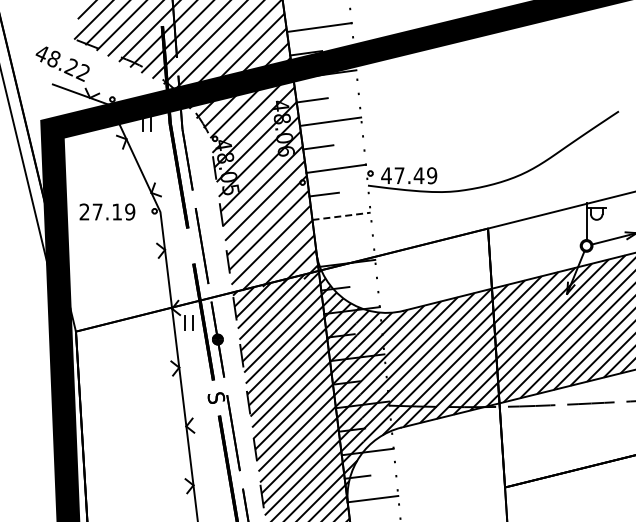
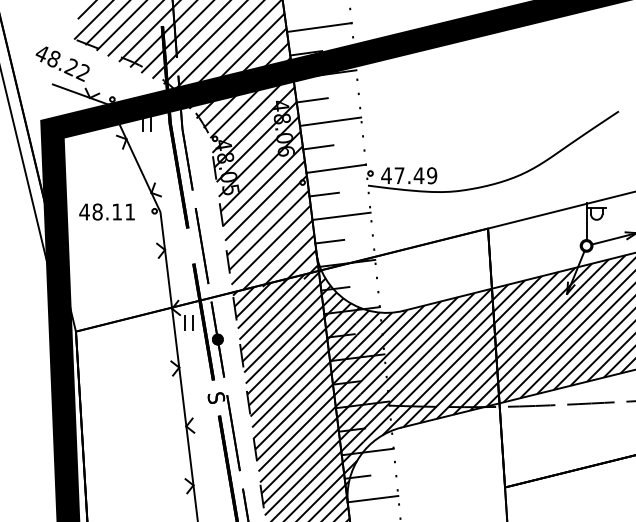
text at (107, 211): 27.19 -> 48.11
line at (342, 216): dashed -> solid
line at (329, 241): none -> present
